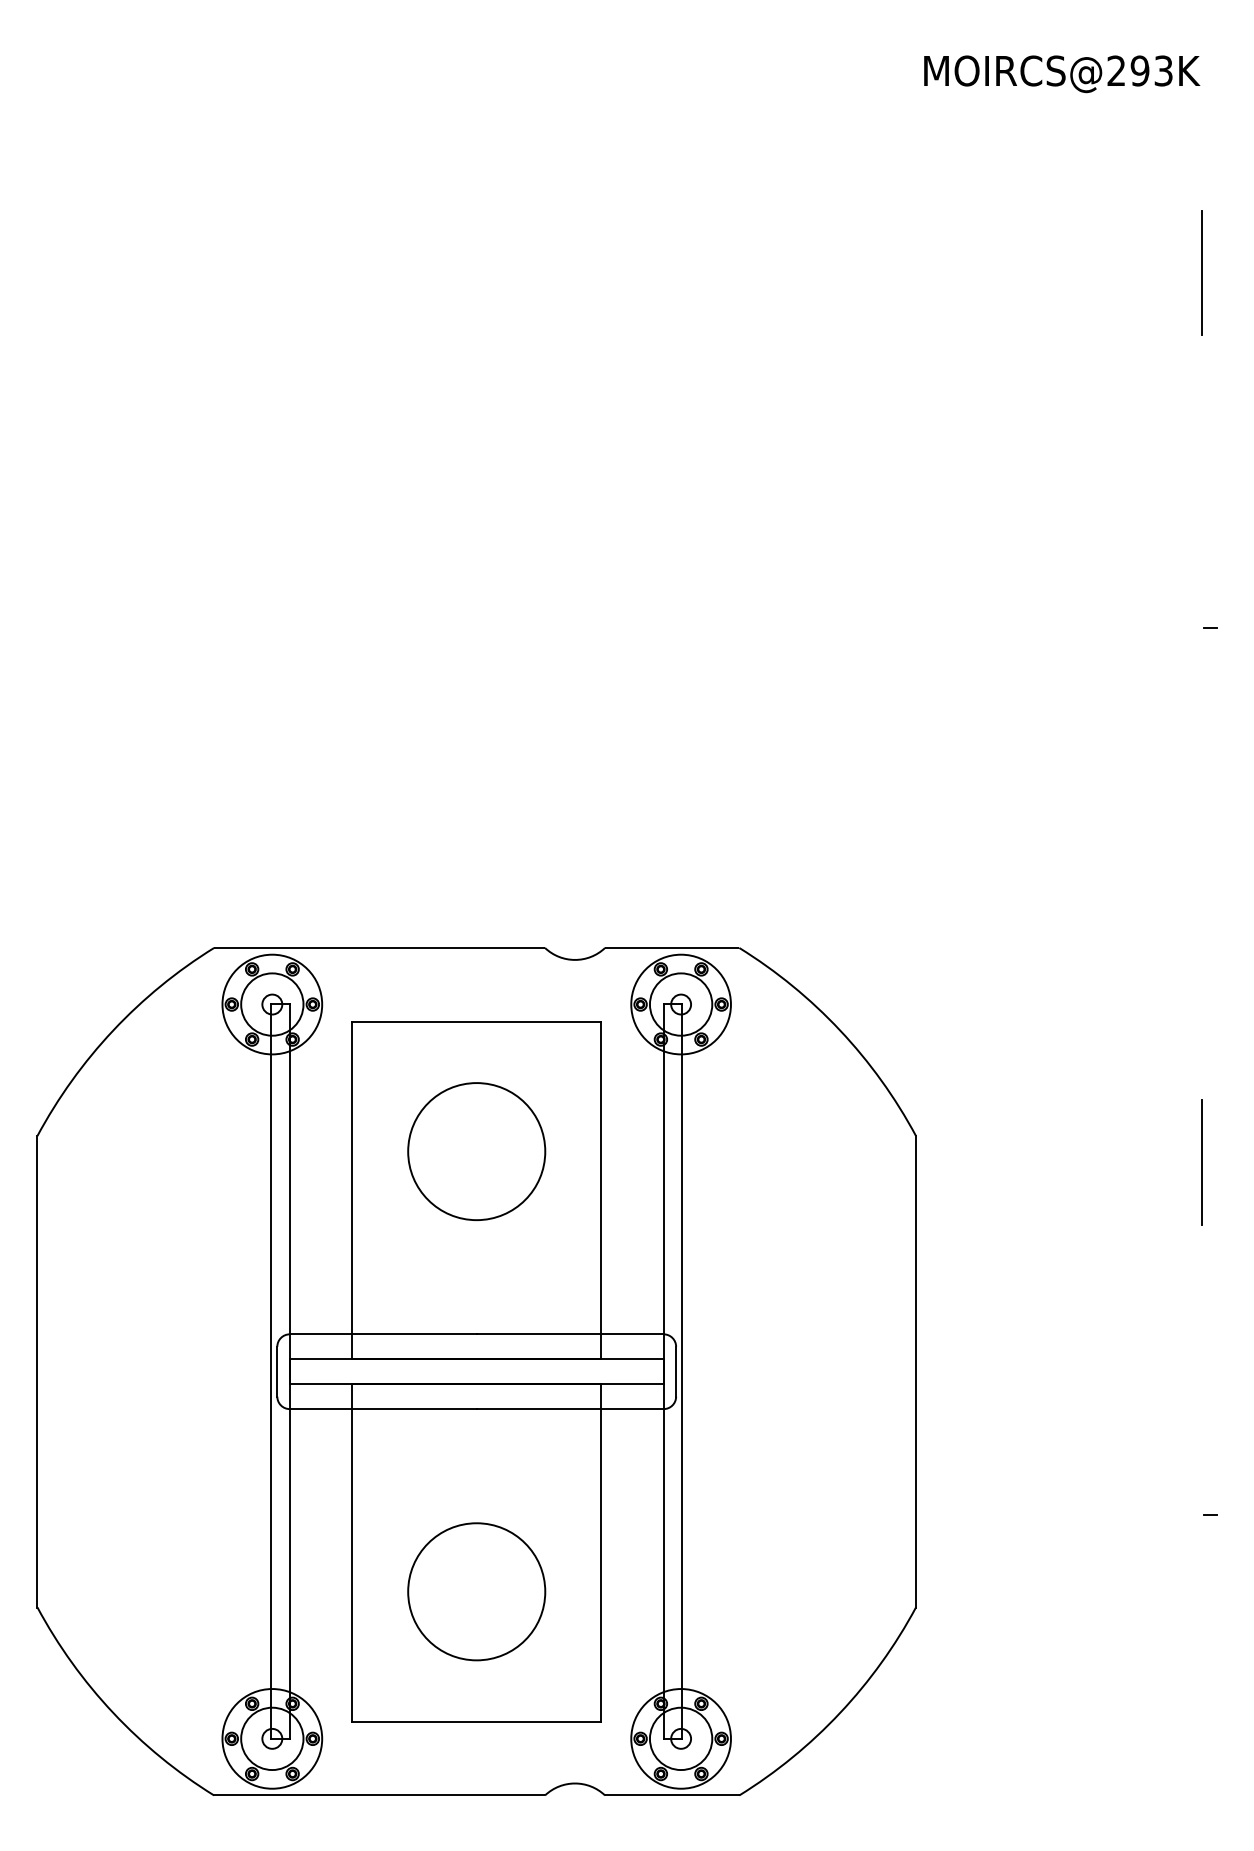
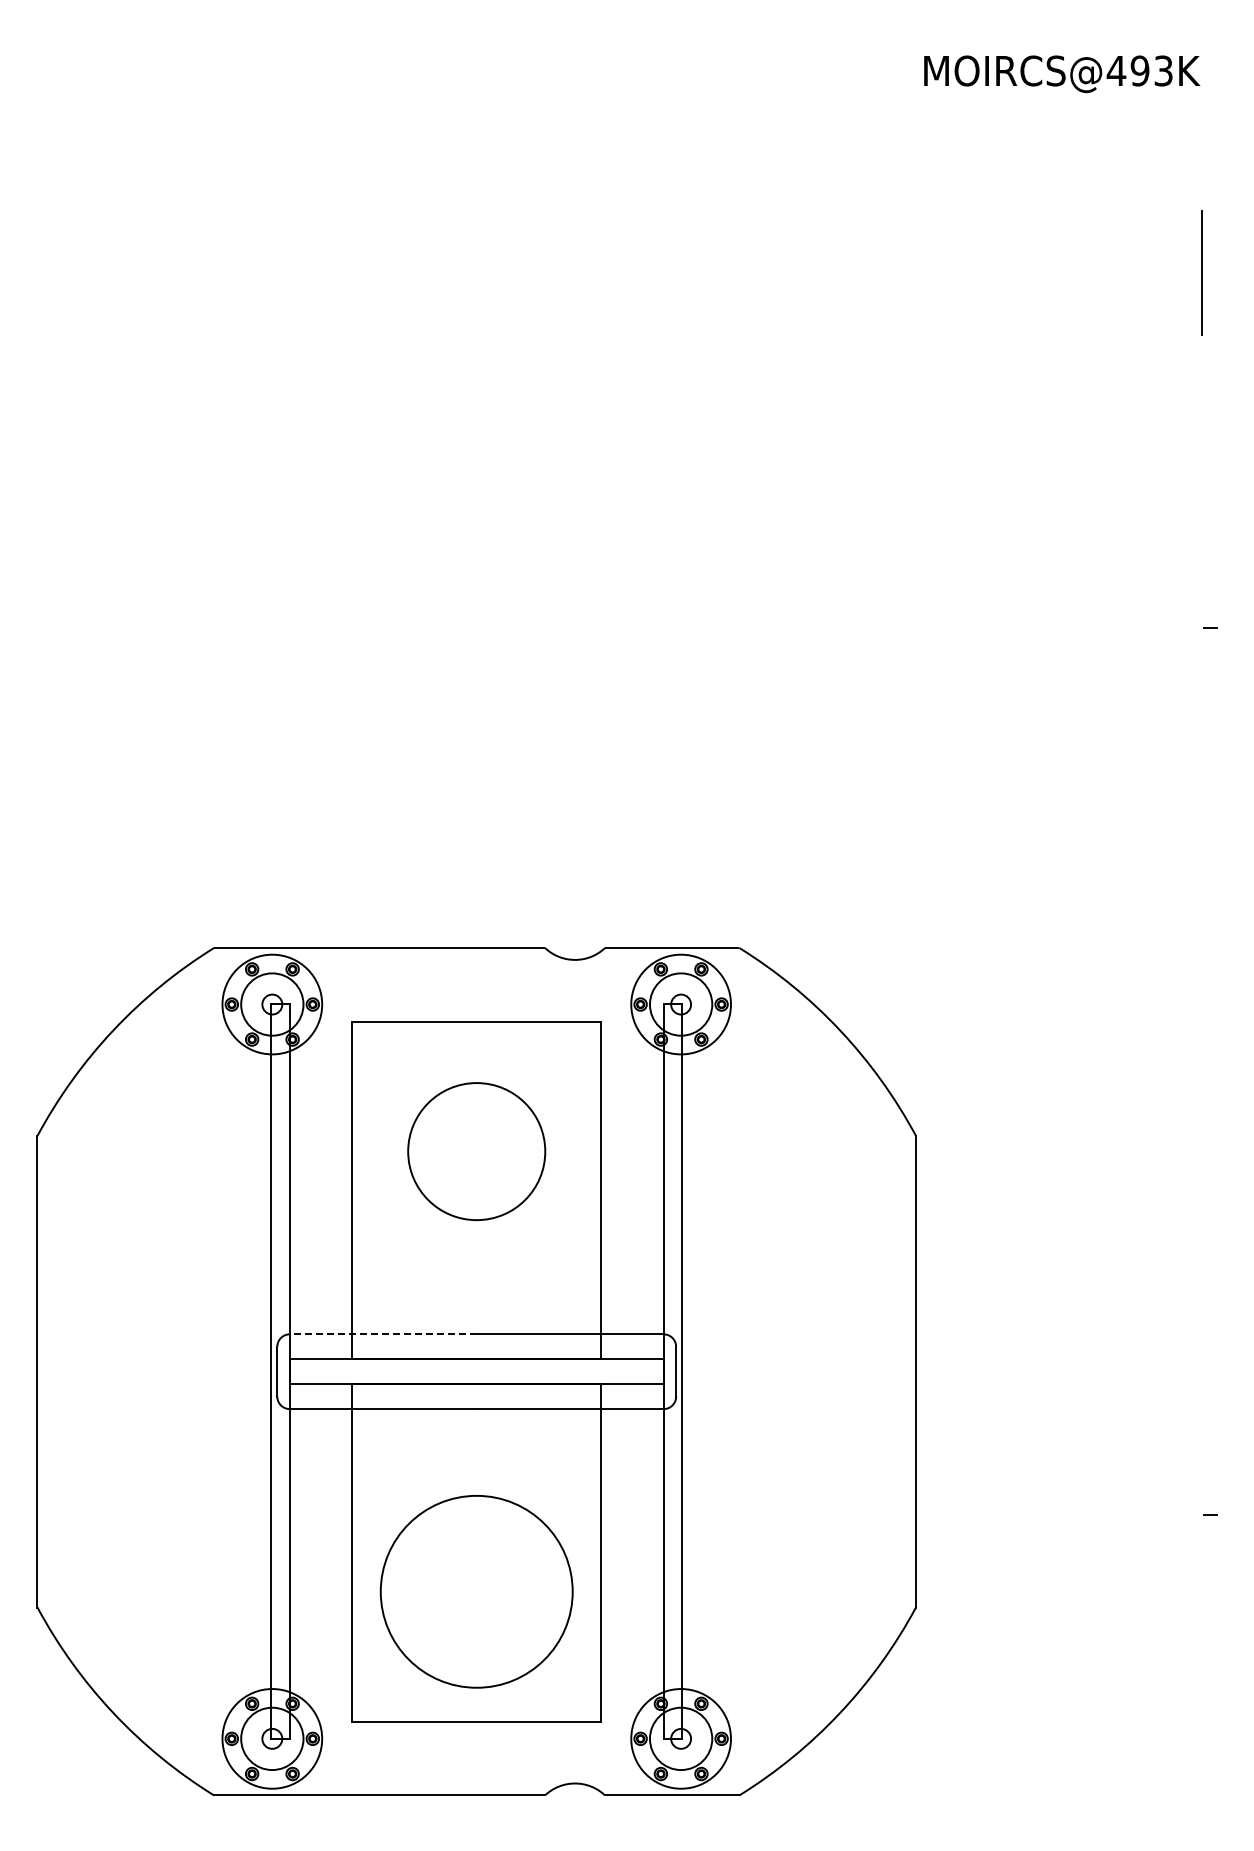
text at (1116, 70): MOIRCS@293K -> MOIRCS@493K
line at (1202, 1162): present -> none
line at (382, 1334): solid -> dashed
circle at (476, 1591) diameter: 137 px -> 192 px
